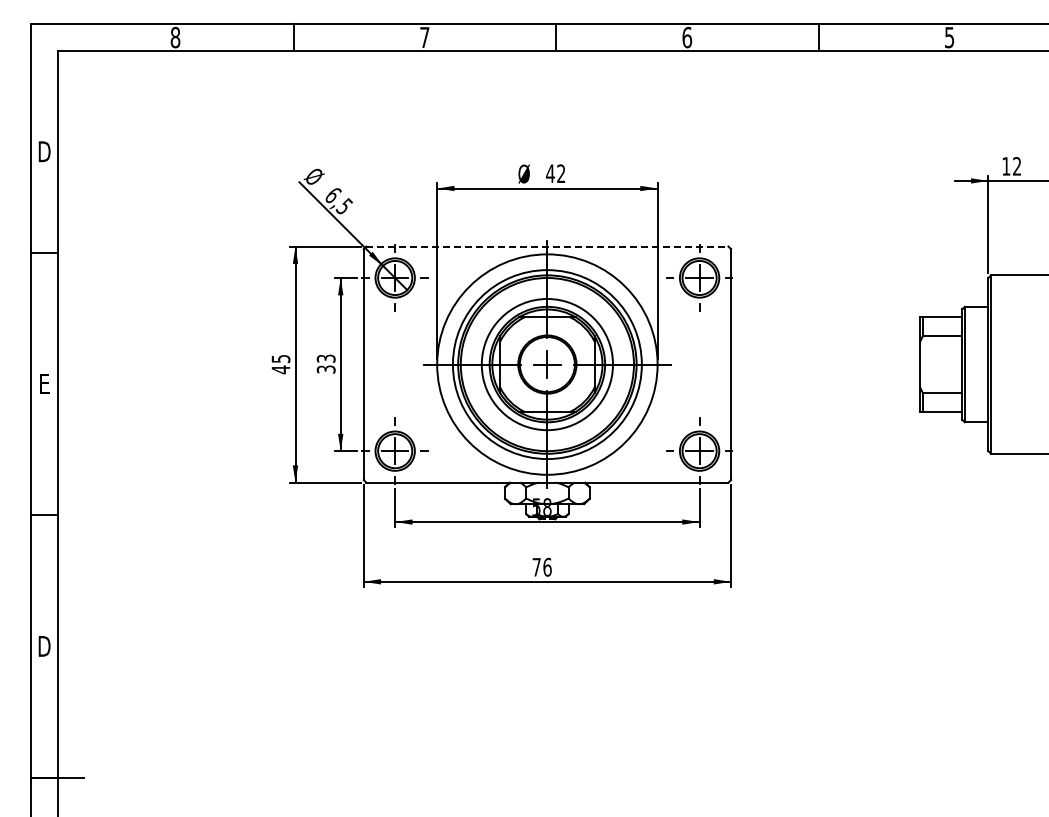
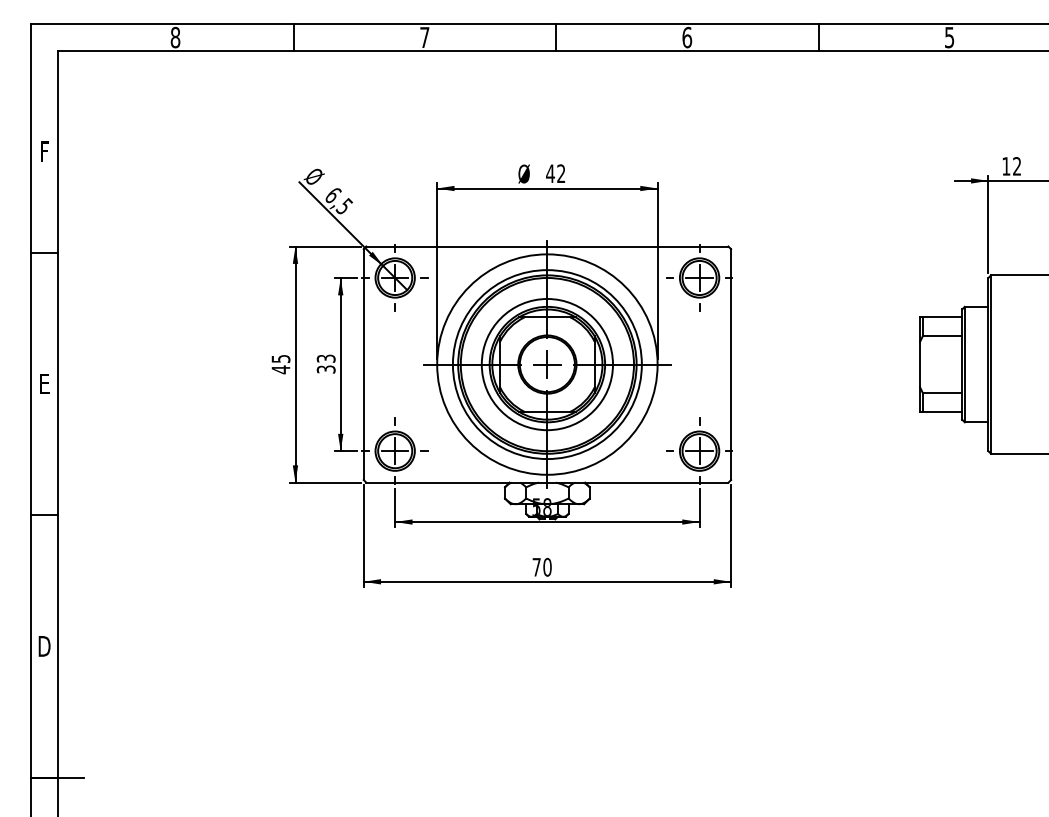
text at (44, 151): D -> F
line at (547, 246): dashed -> solid
text at (547, 566): 76 -> 70
